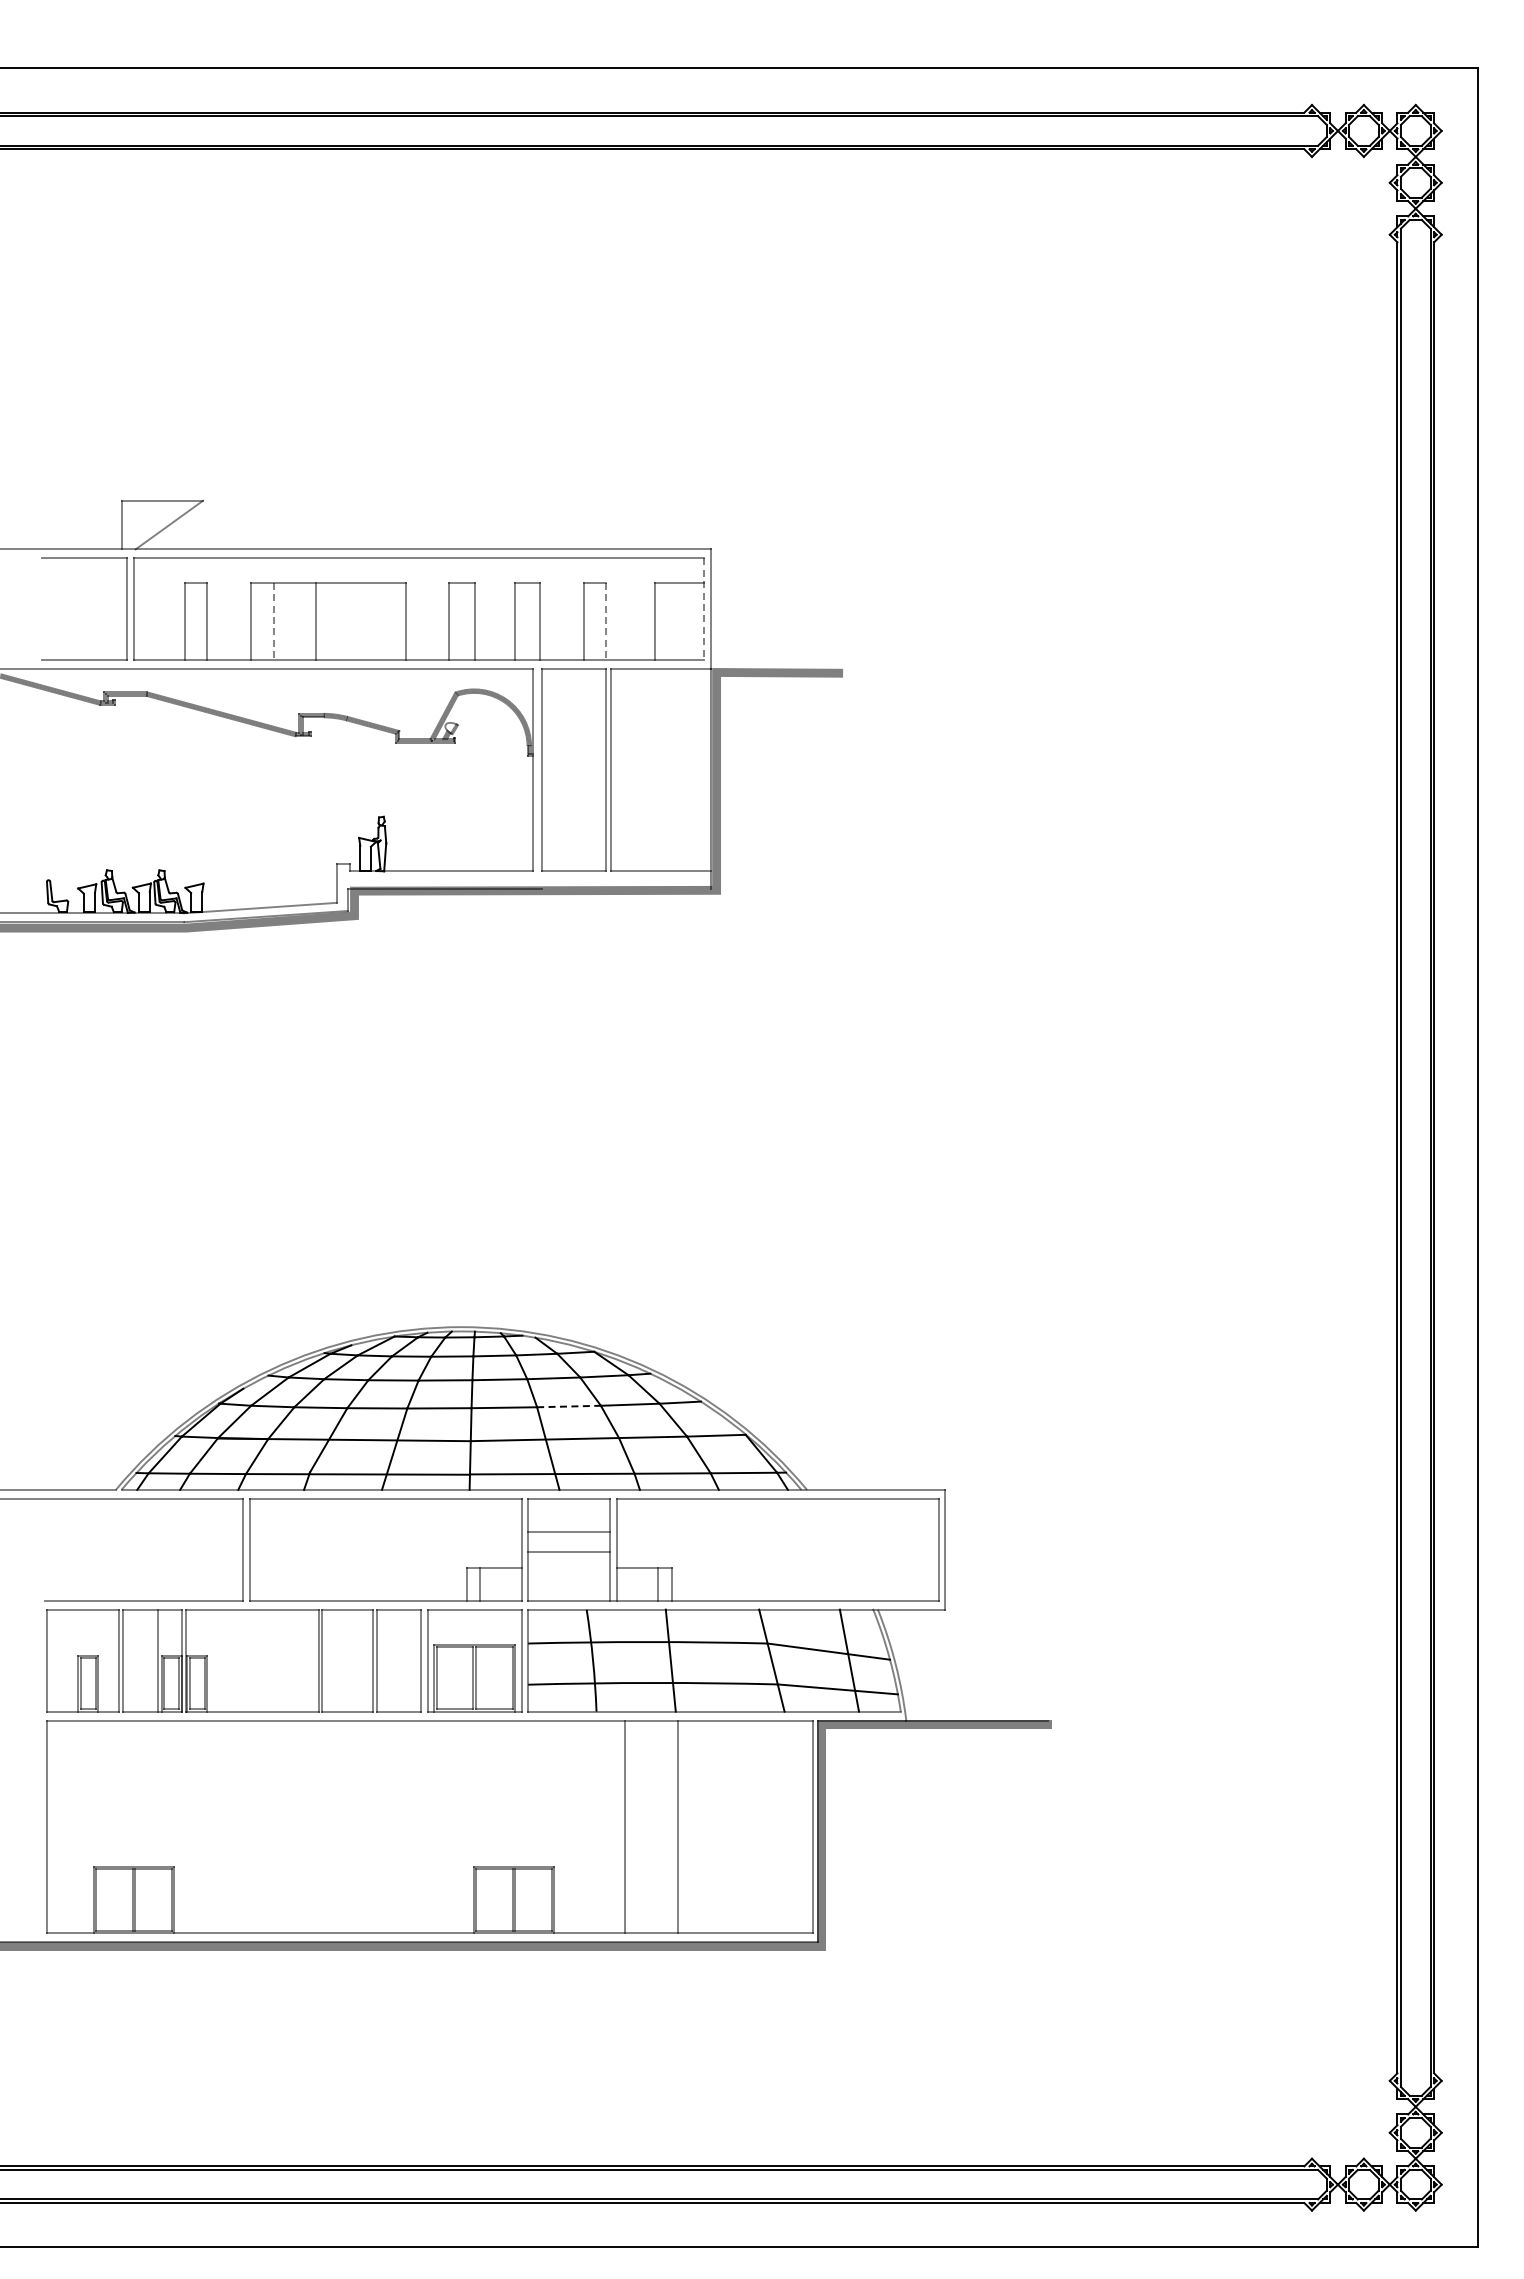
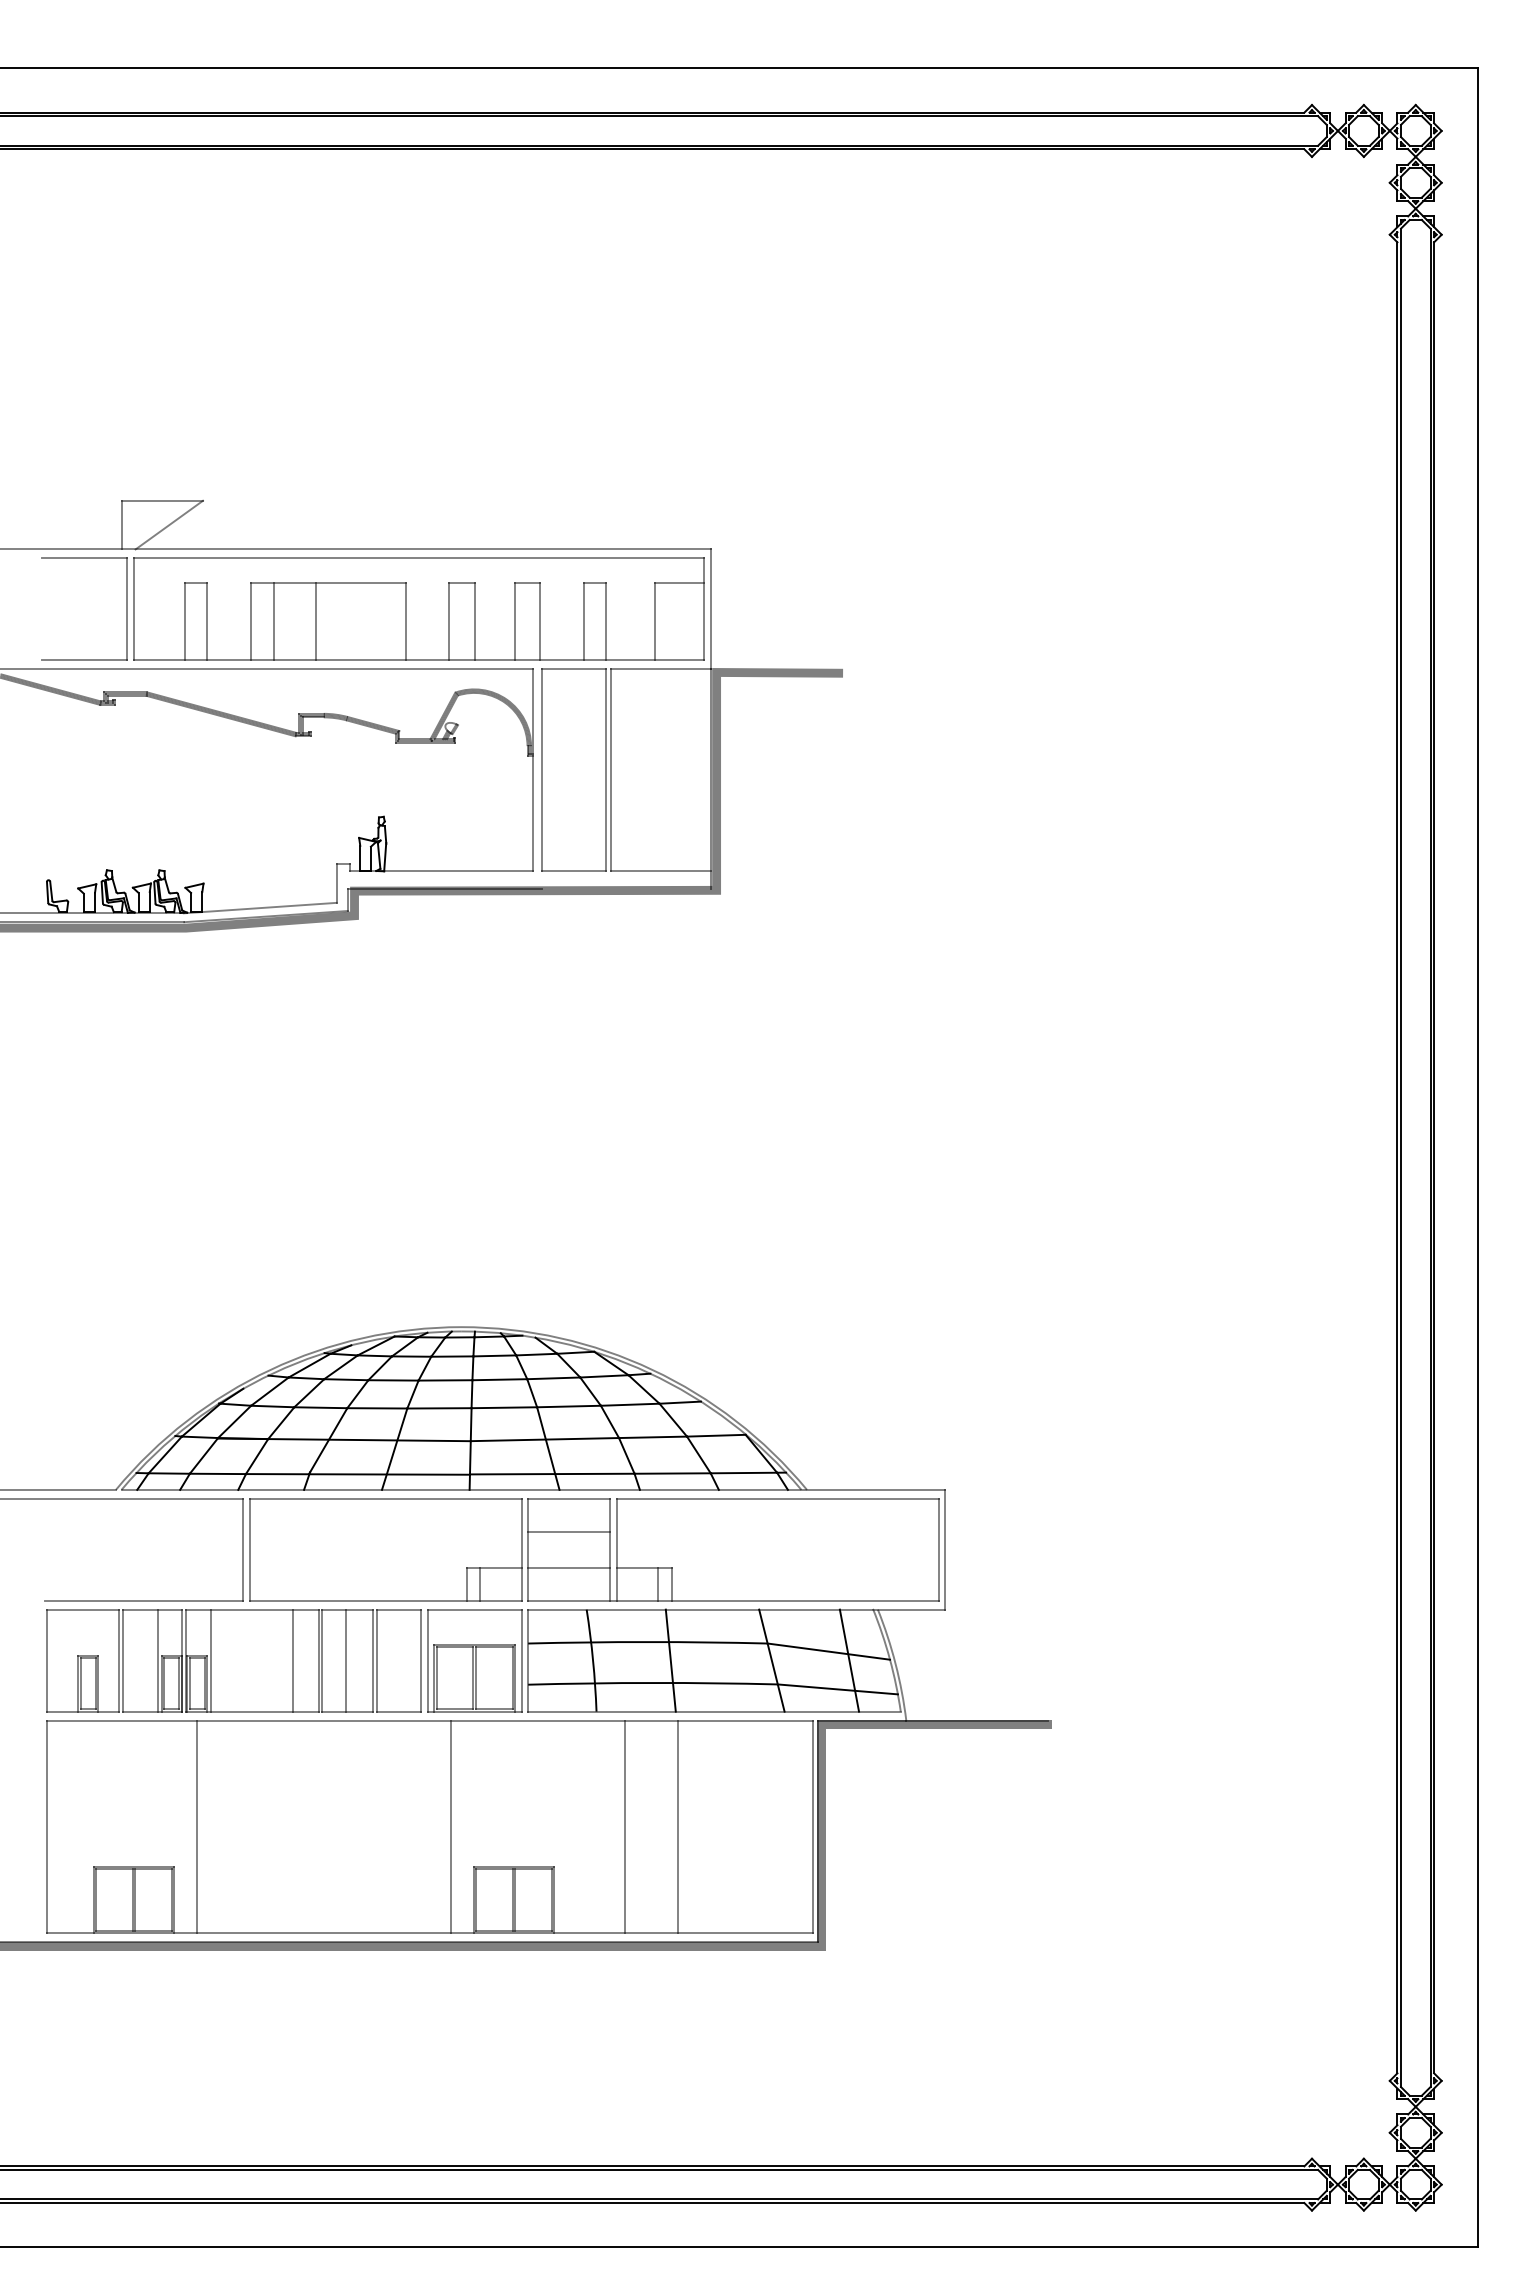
line at (704, 609): dashed -> solid
line at (273, 621): dashed -> solid
line at (606, 621): dashed -> solid
line at (569, 1406): dashed -> solid
line at (569, 1551) position: (569, 1551) -> (569, 1567)
line at (211, 1660): none -> present
line at (293, 1660): none -> present
line at (346, 1660): none -> present
line at (196, 1826): none -> present
line at (450, 1826): none -> present
